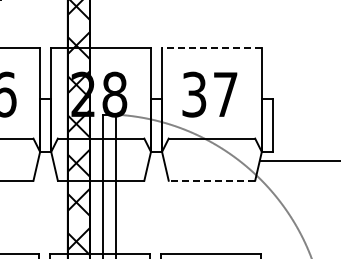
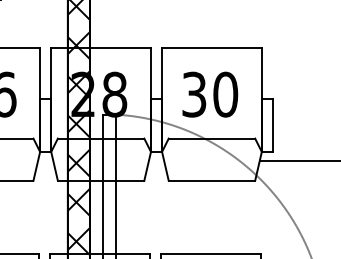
line at (211, 47): dashed -> solid
text at (225, 94): 37 -> 30
line at (211, 180): dashed -> solid
